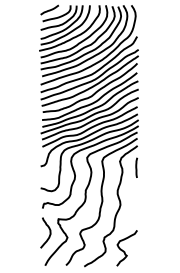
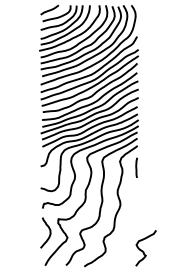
curve at (124, 250) position: (124, 250) -> (143, 250)
